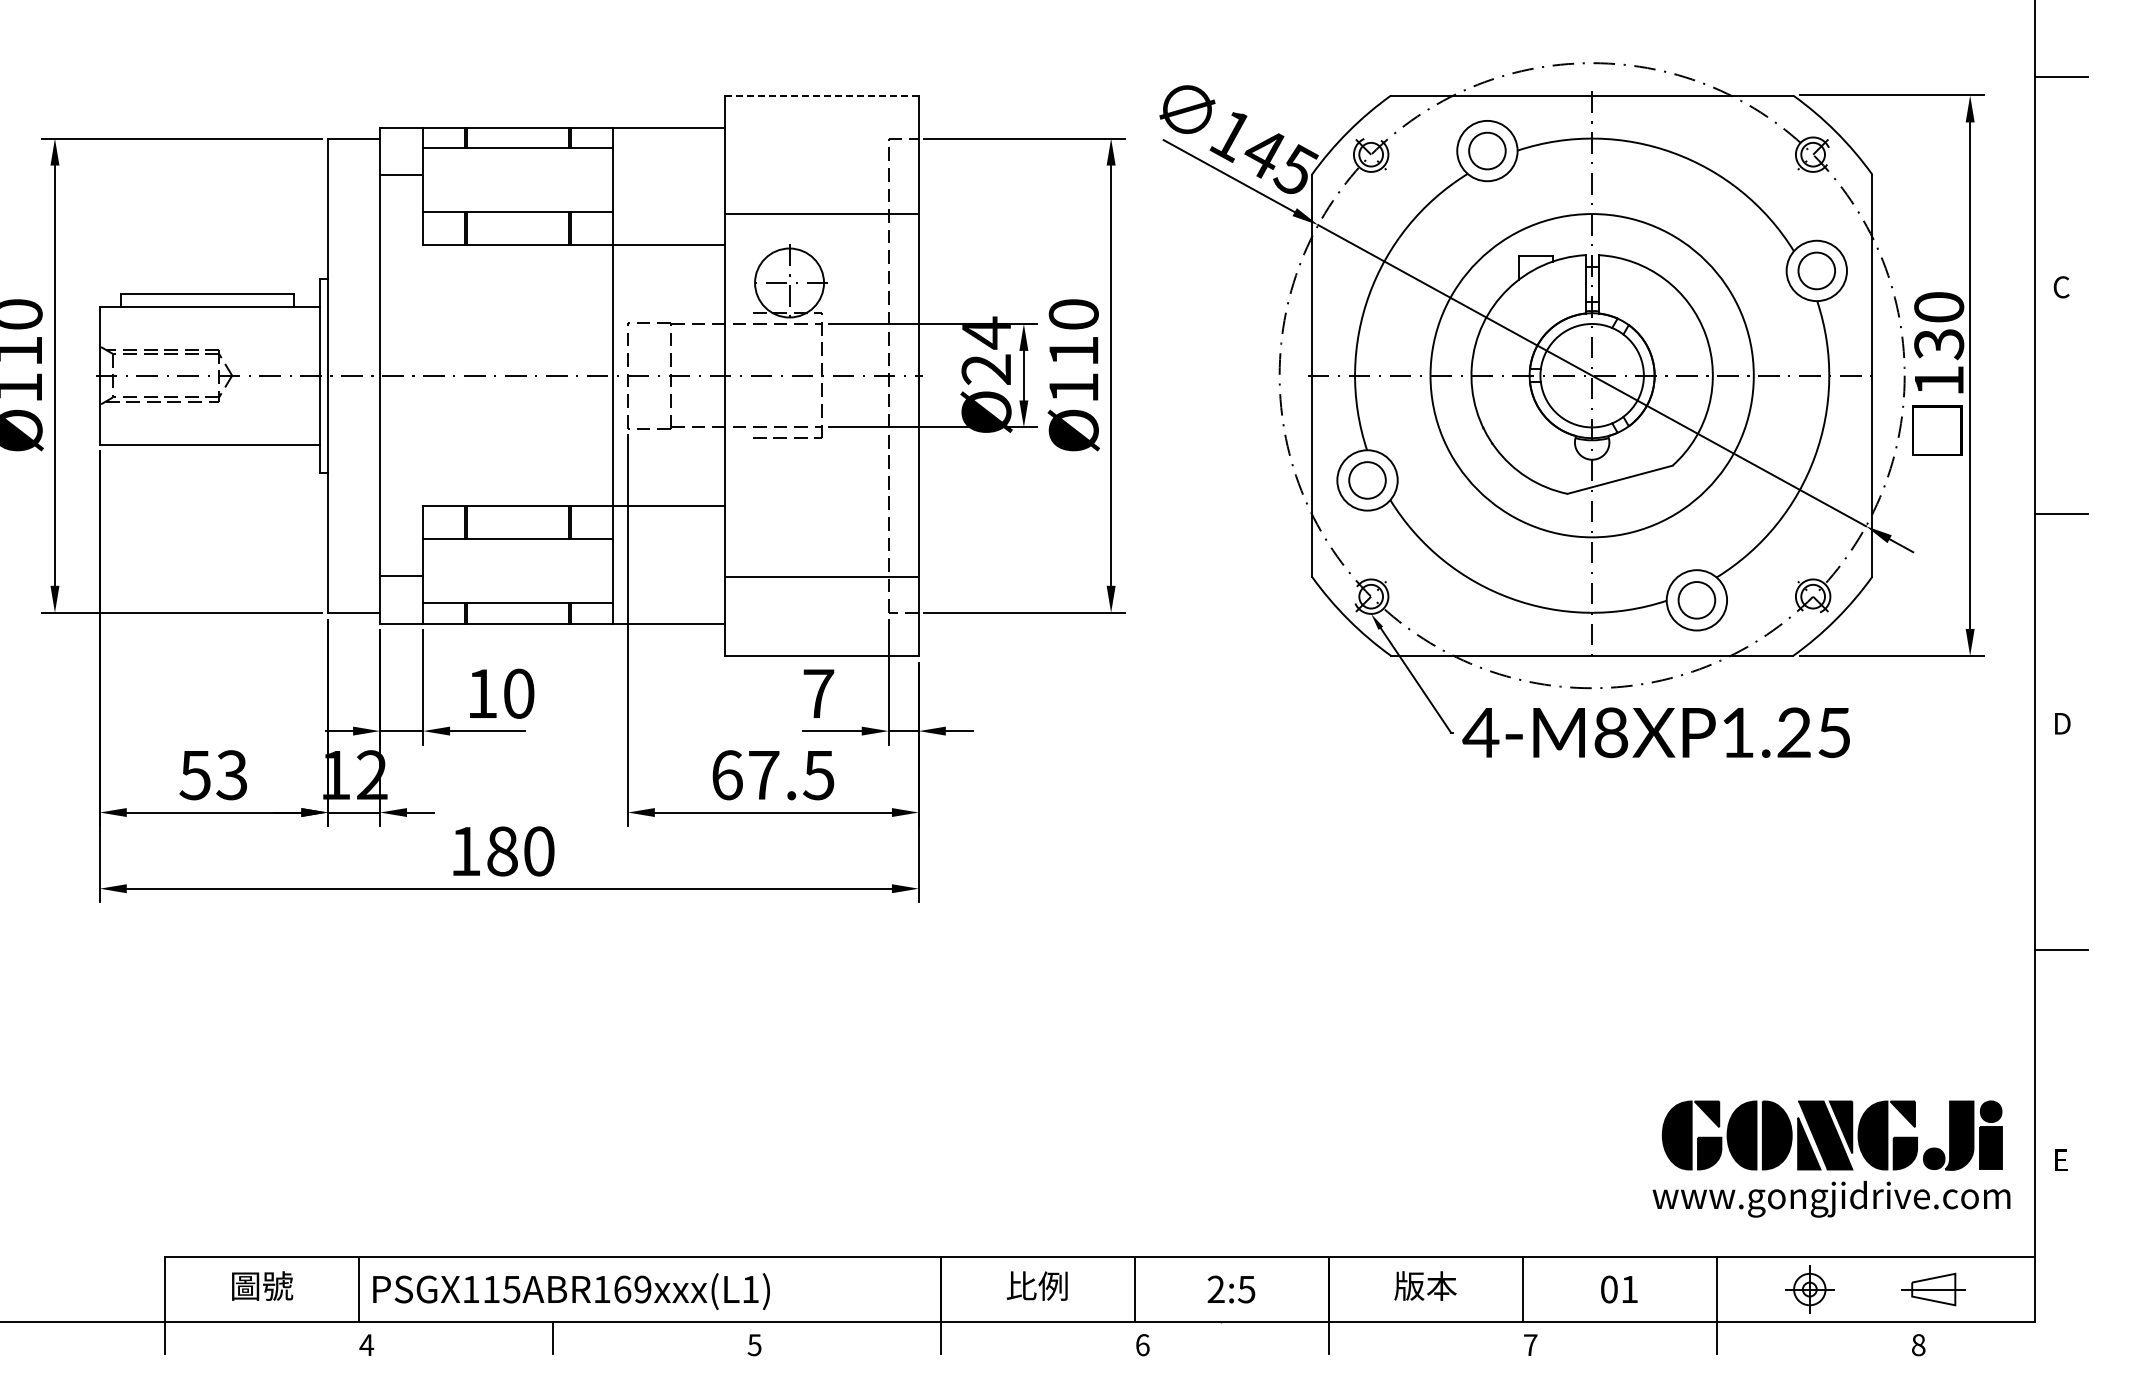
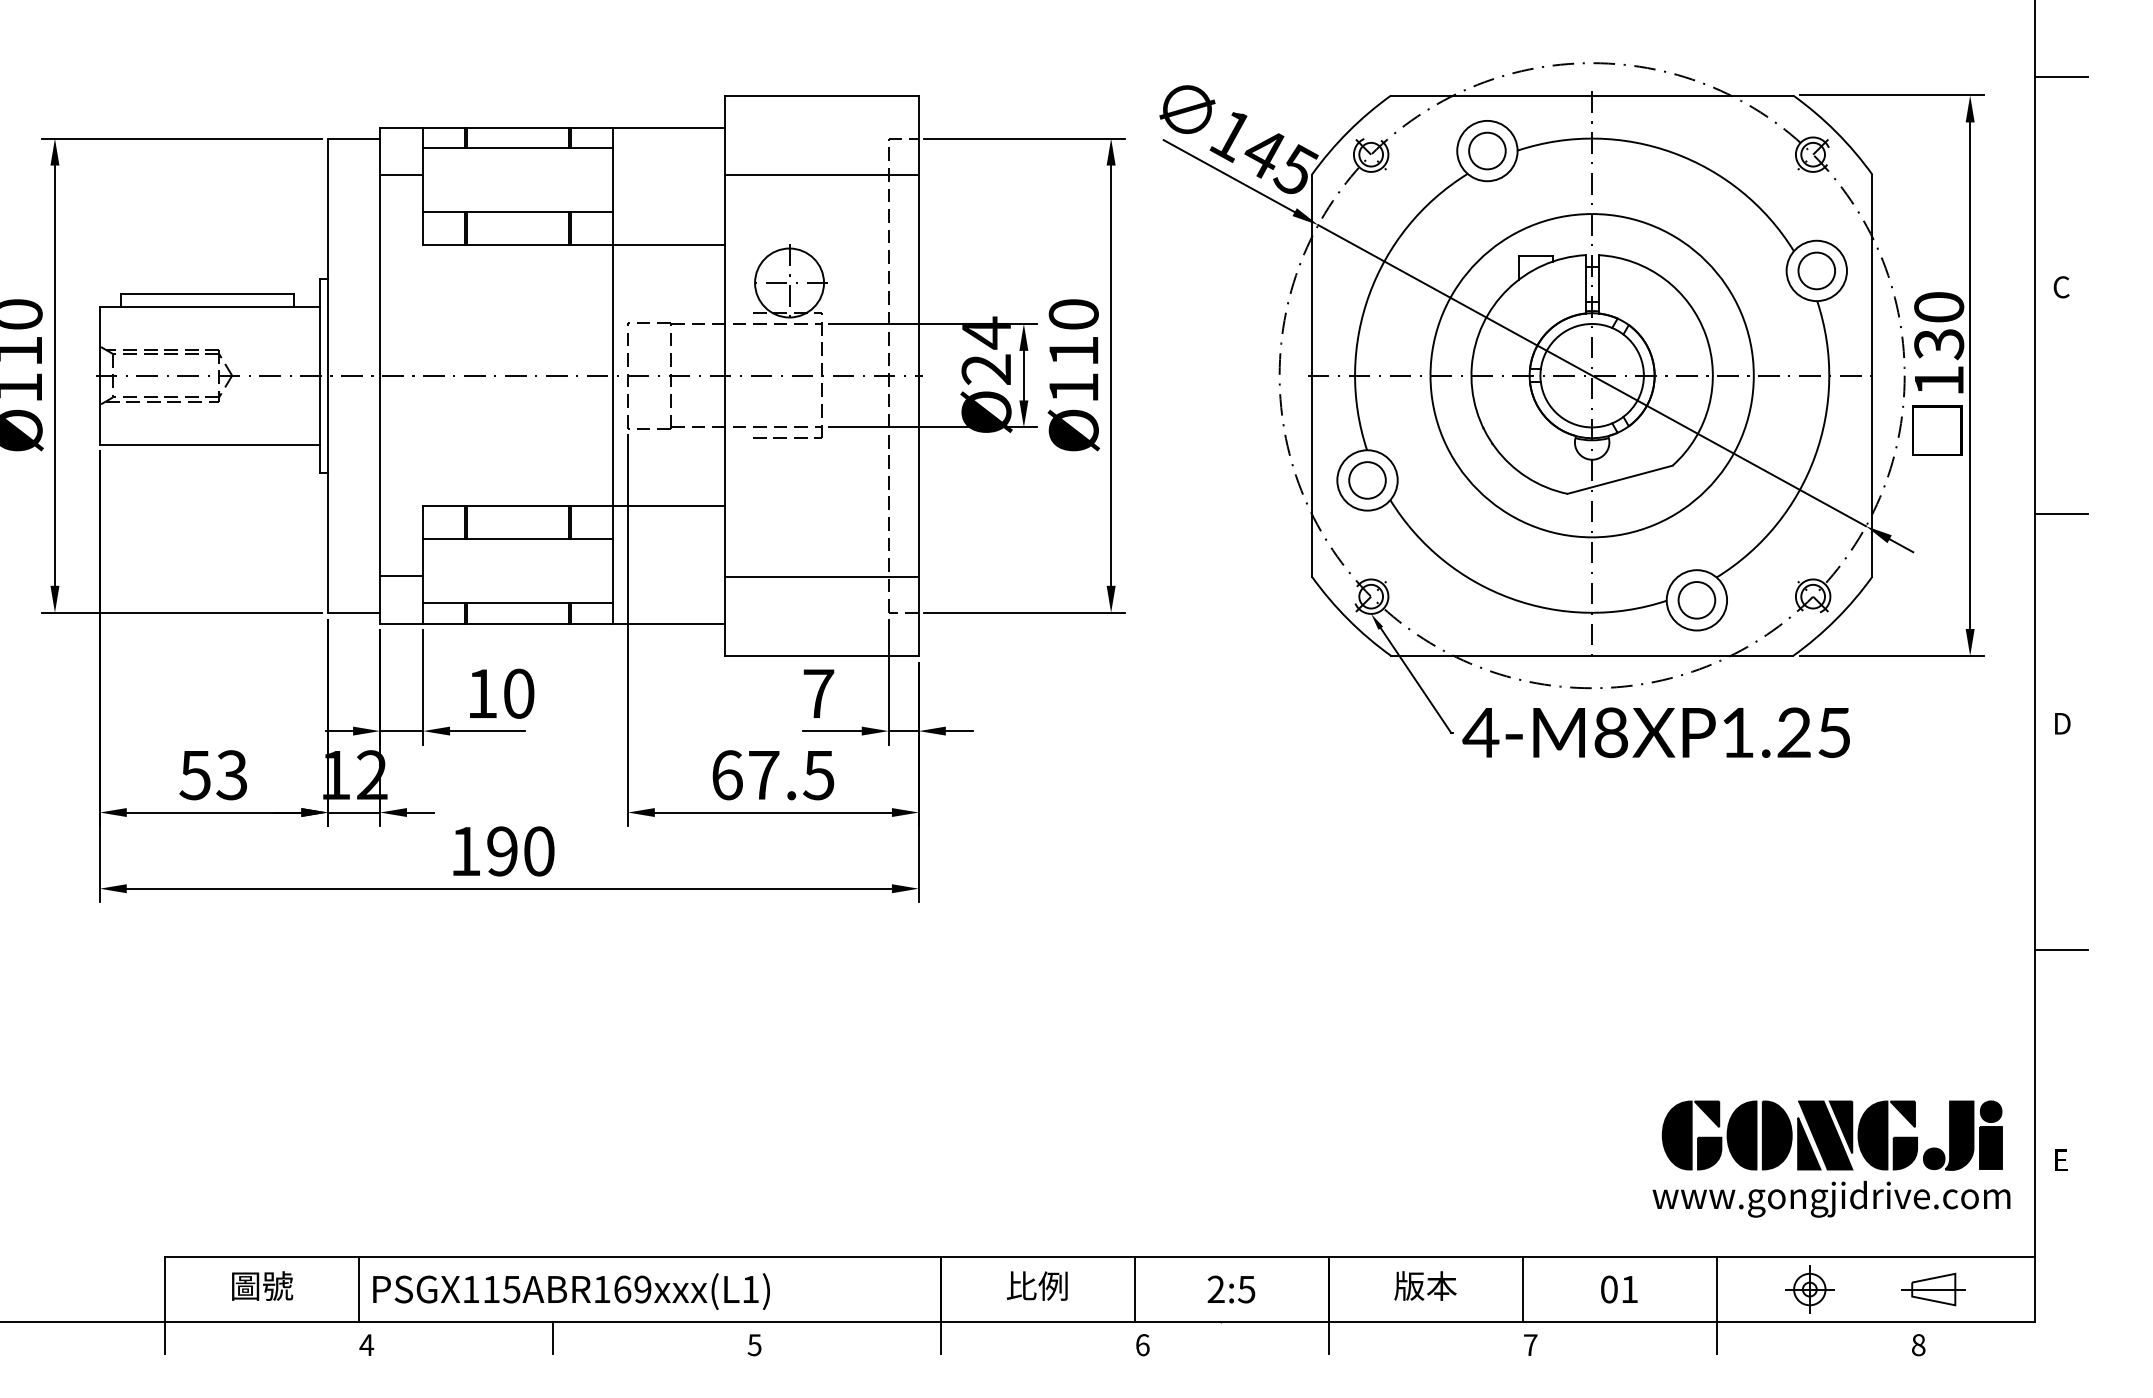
line at (821, 95): dashed -> solid
line at (821, 213) position: (821, 213) -> (821, 174)
text at (502, 851): 180 -> 190
